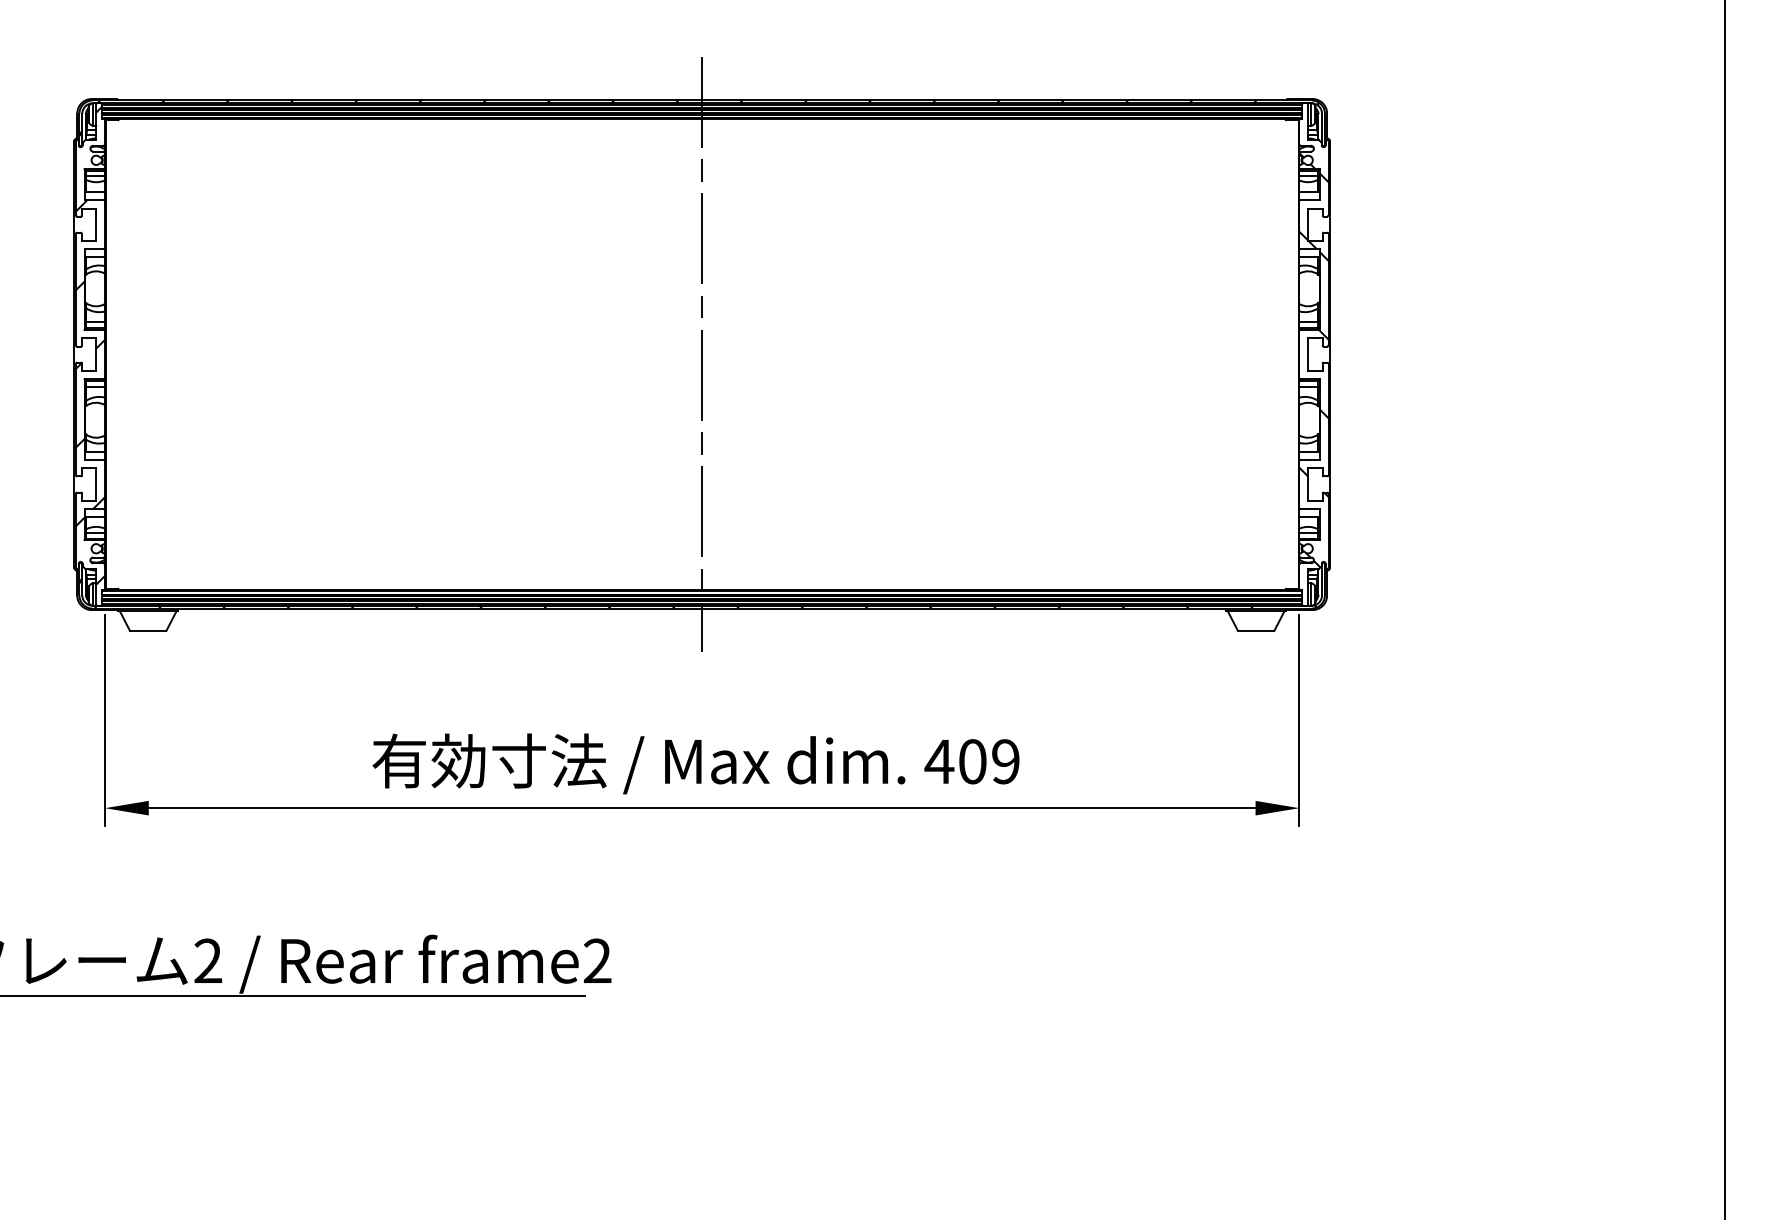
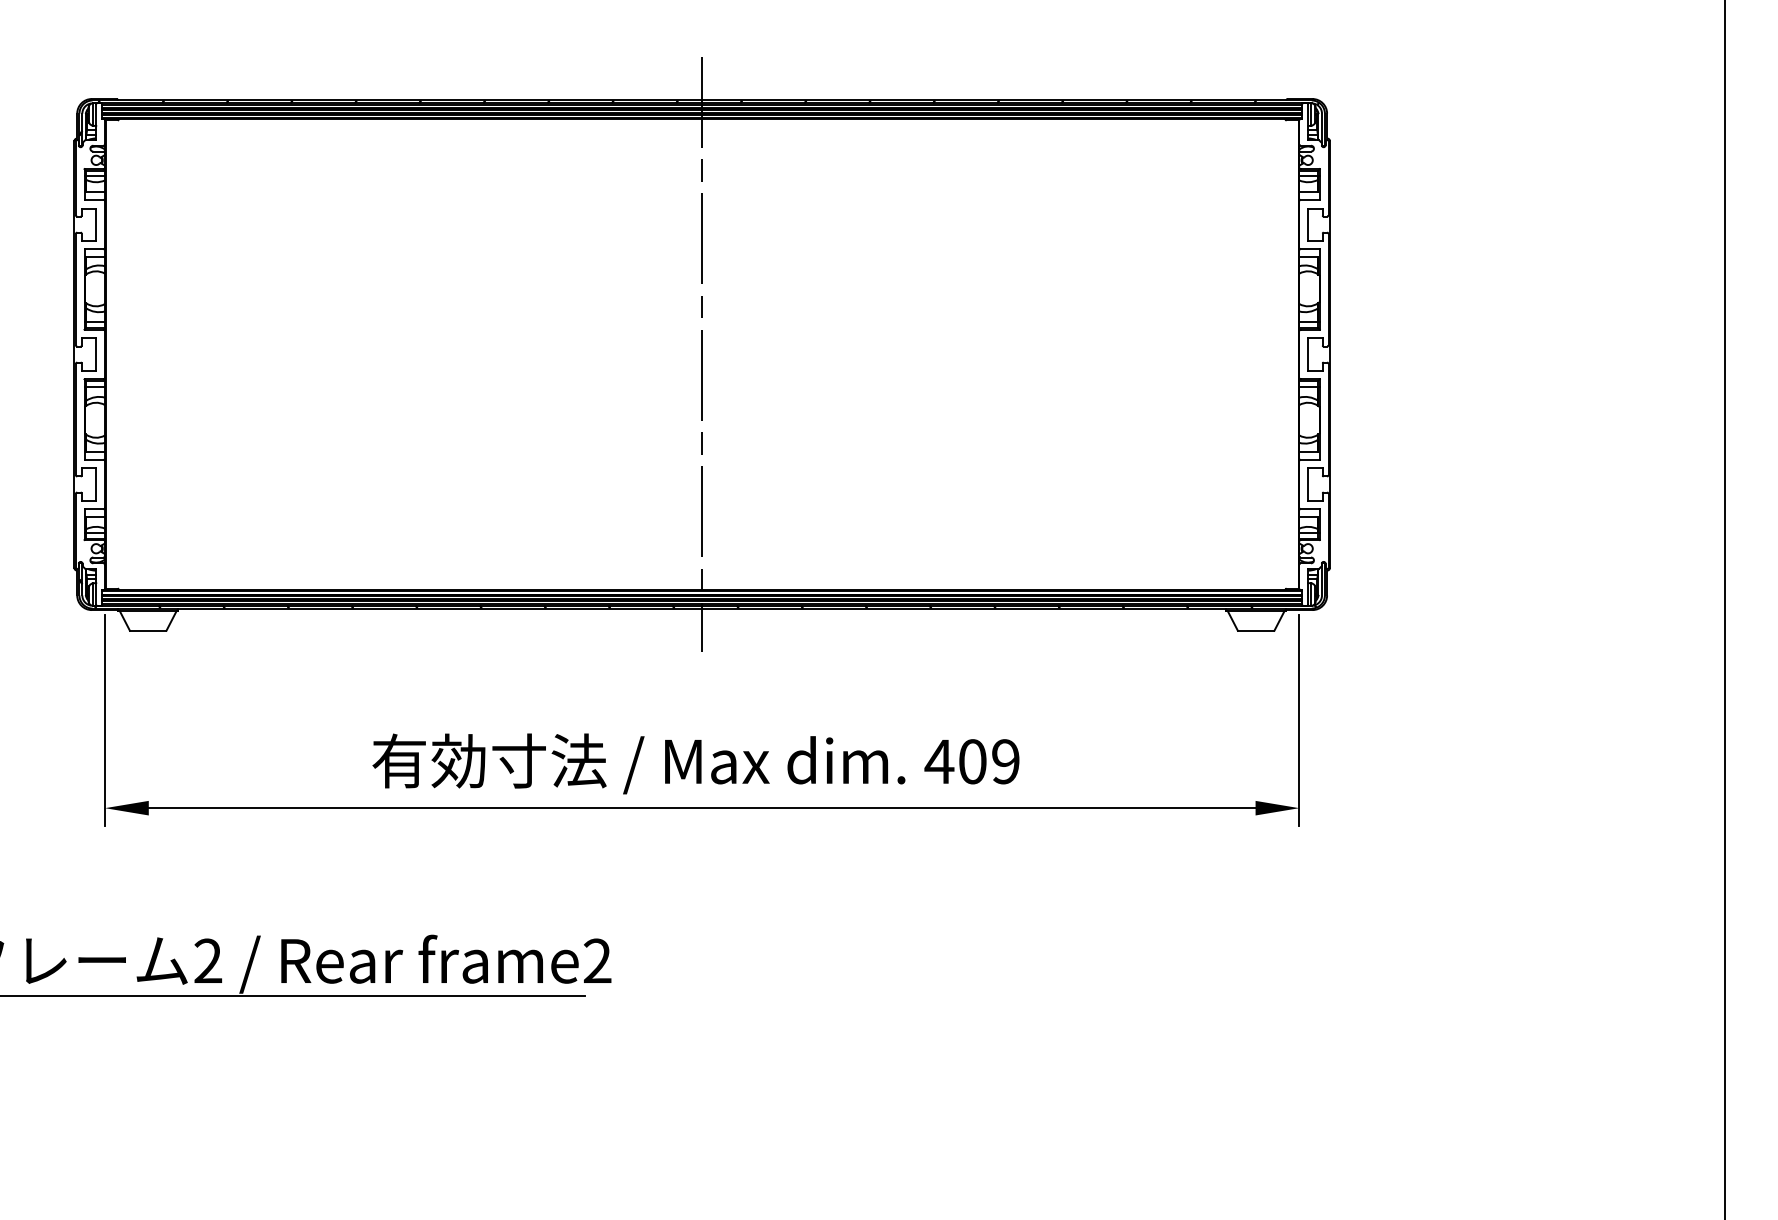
hatch at (89, 345): present -> none
hatch at (1313, 360): present -> none
